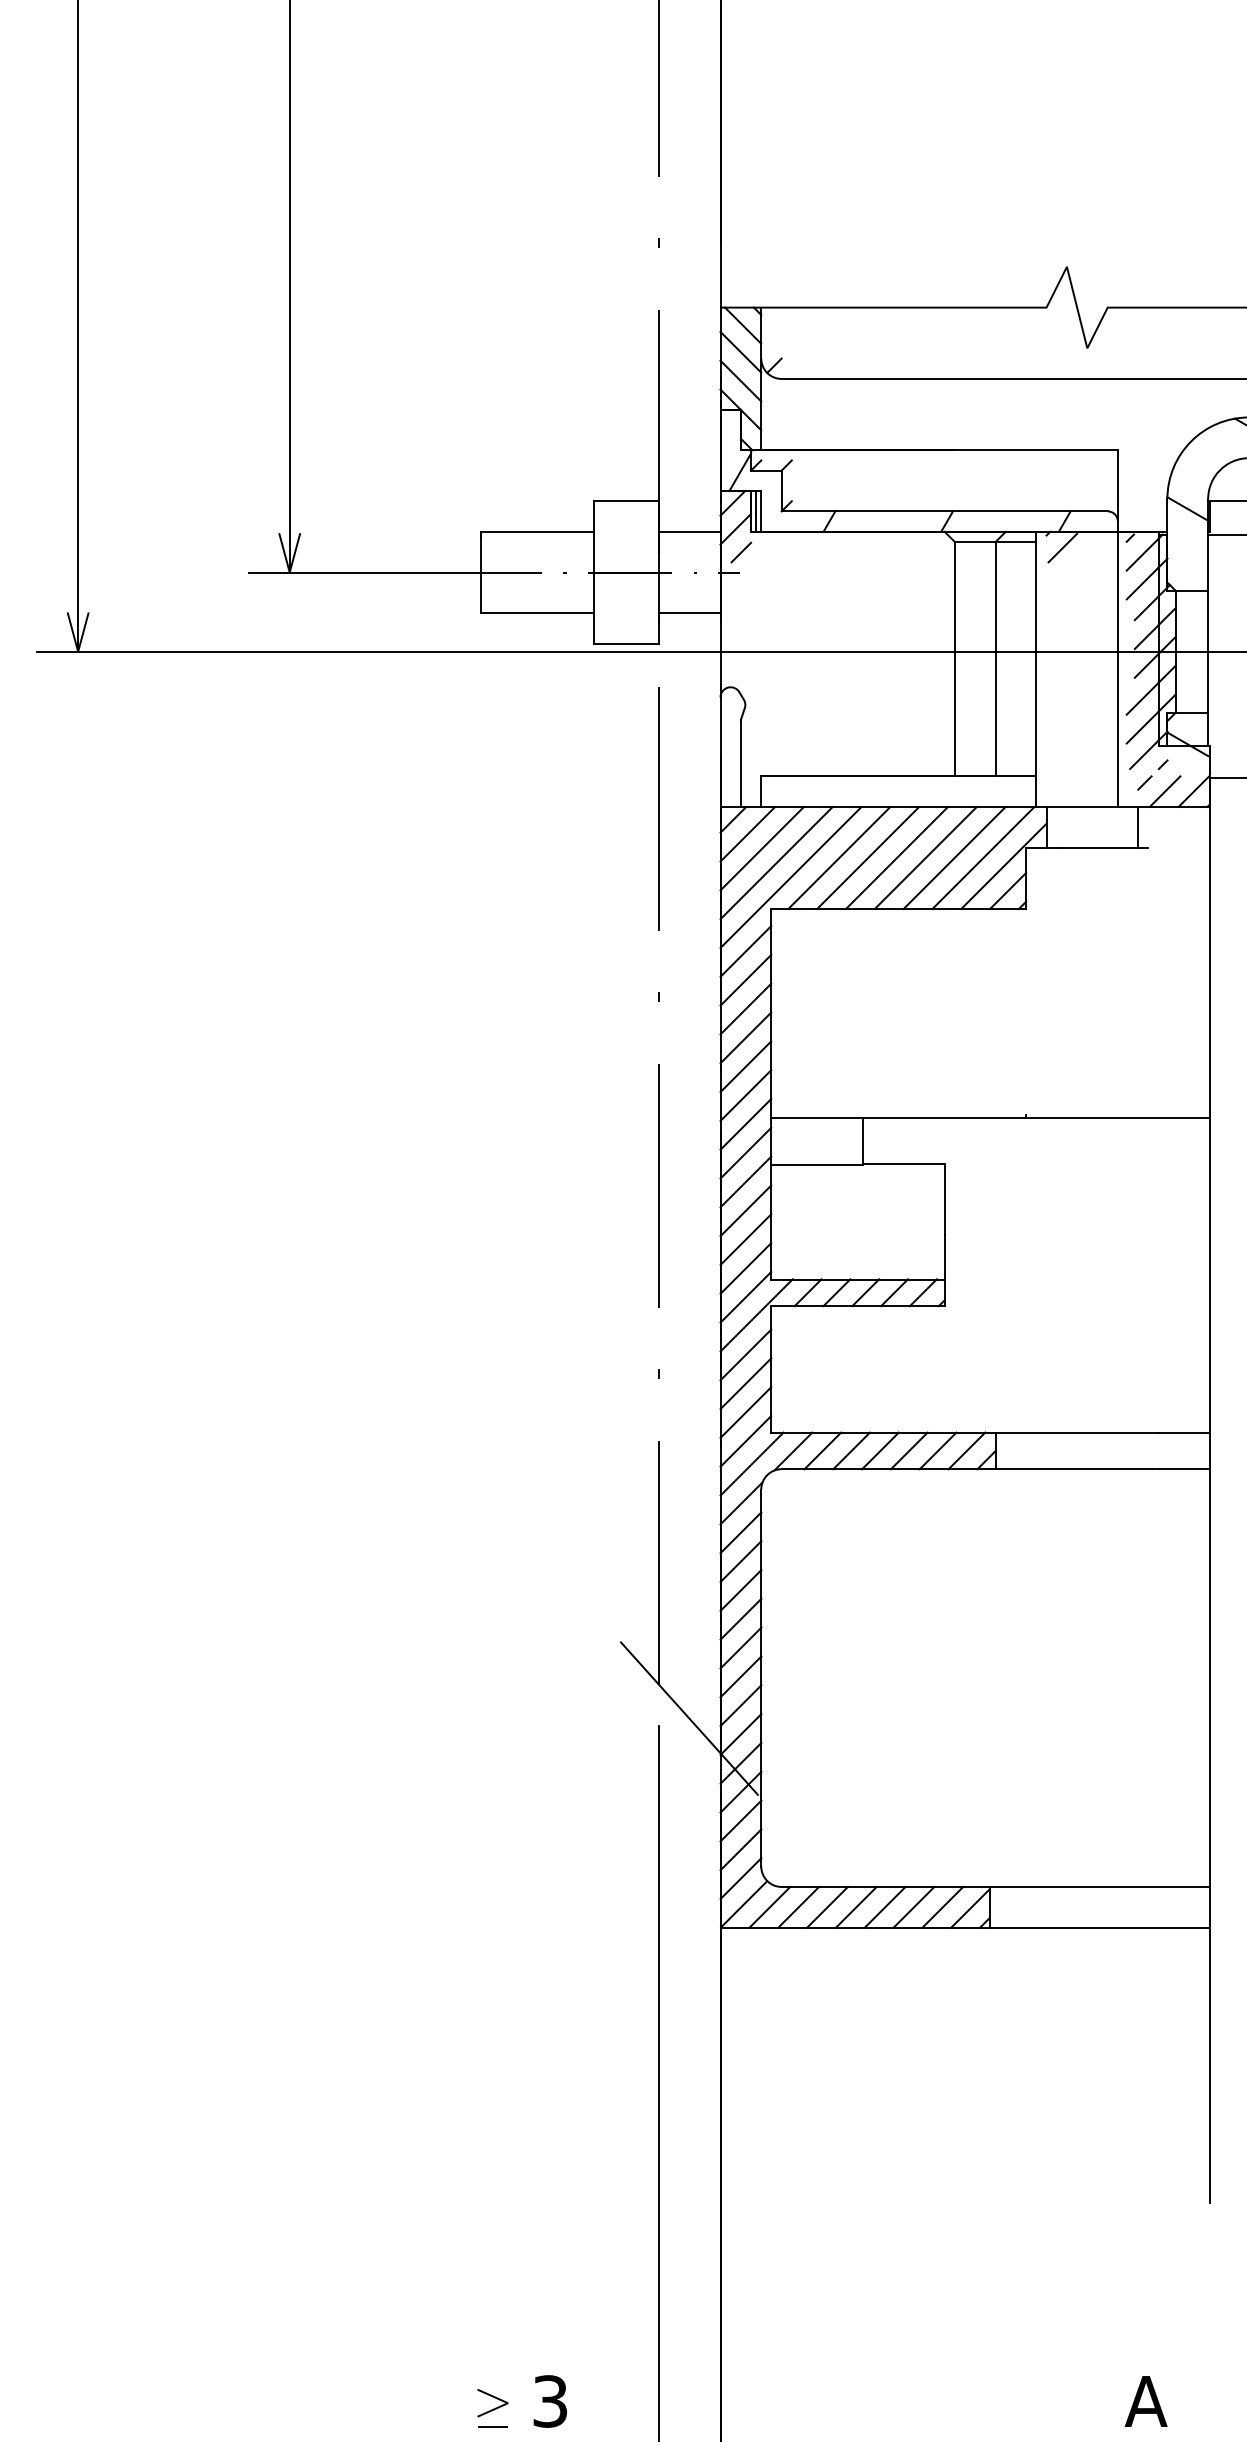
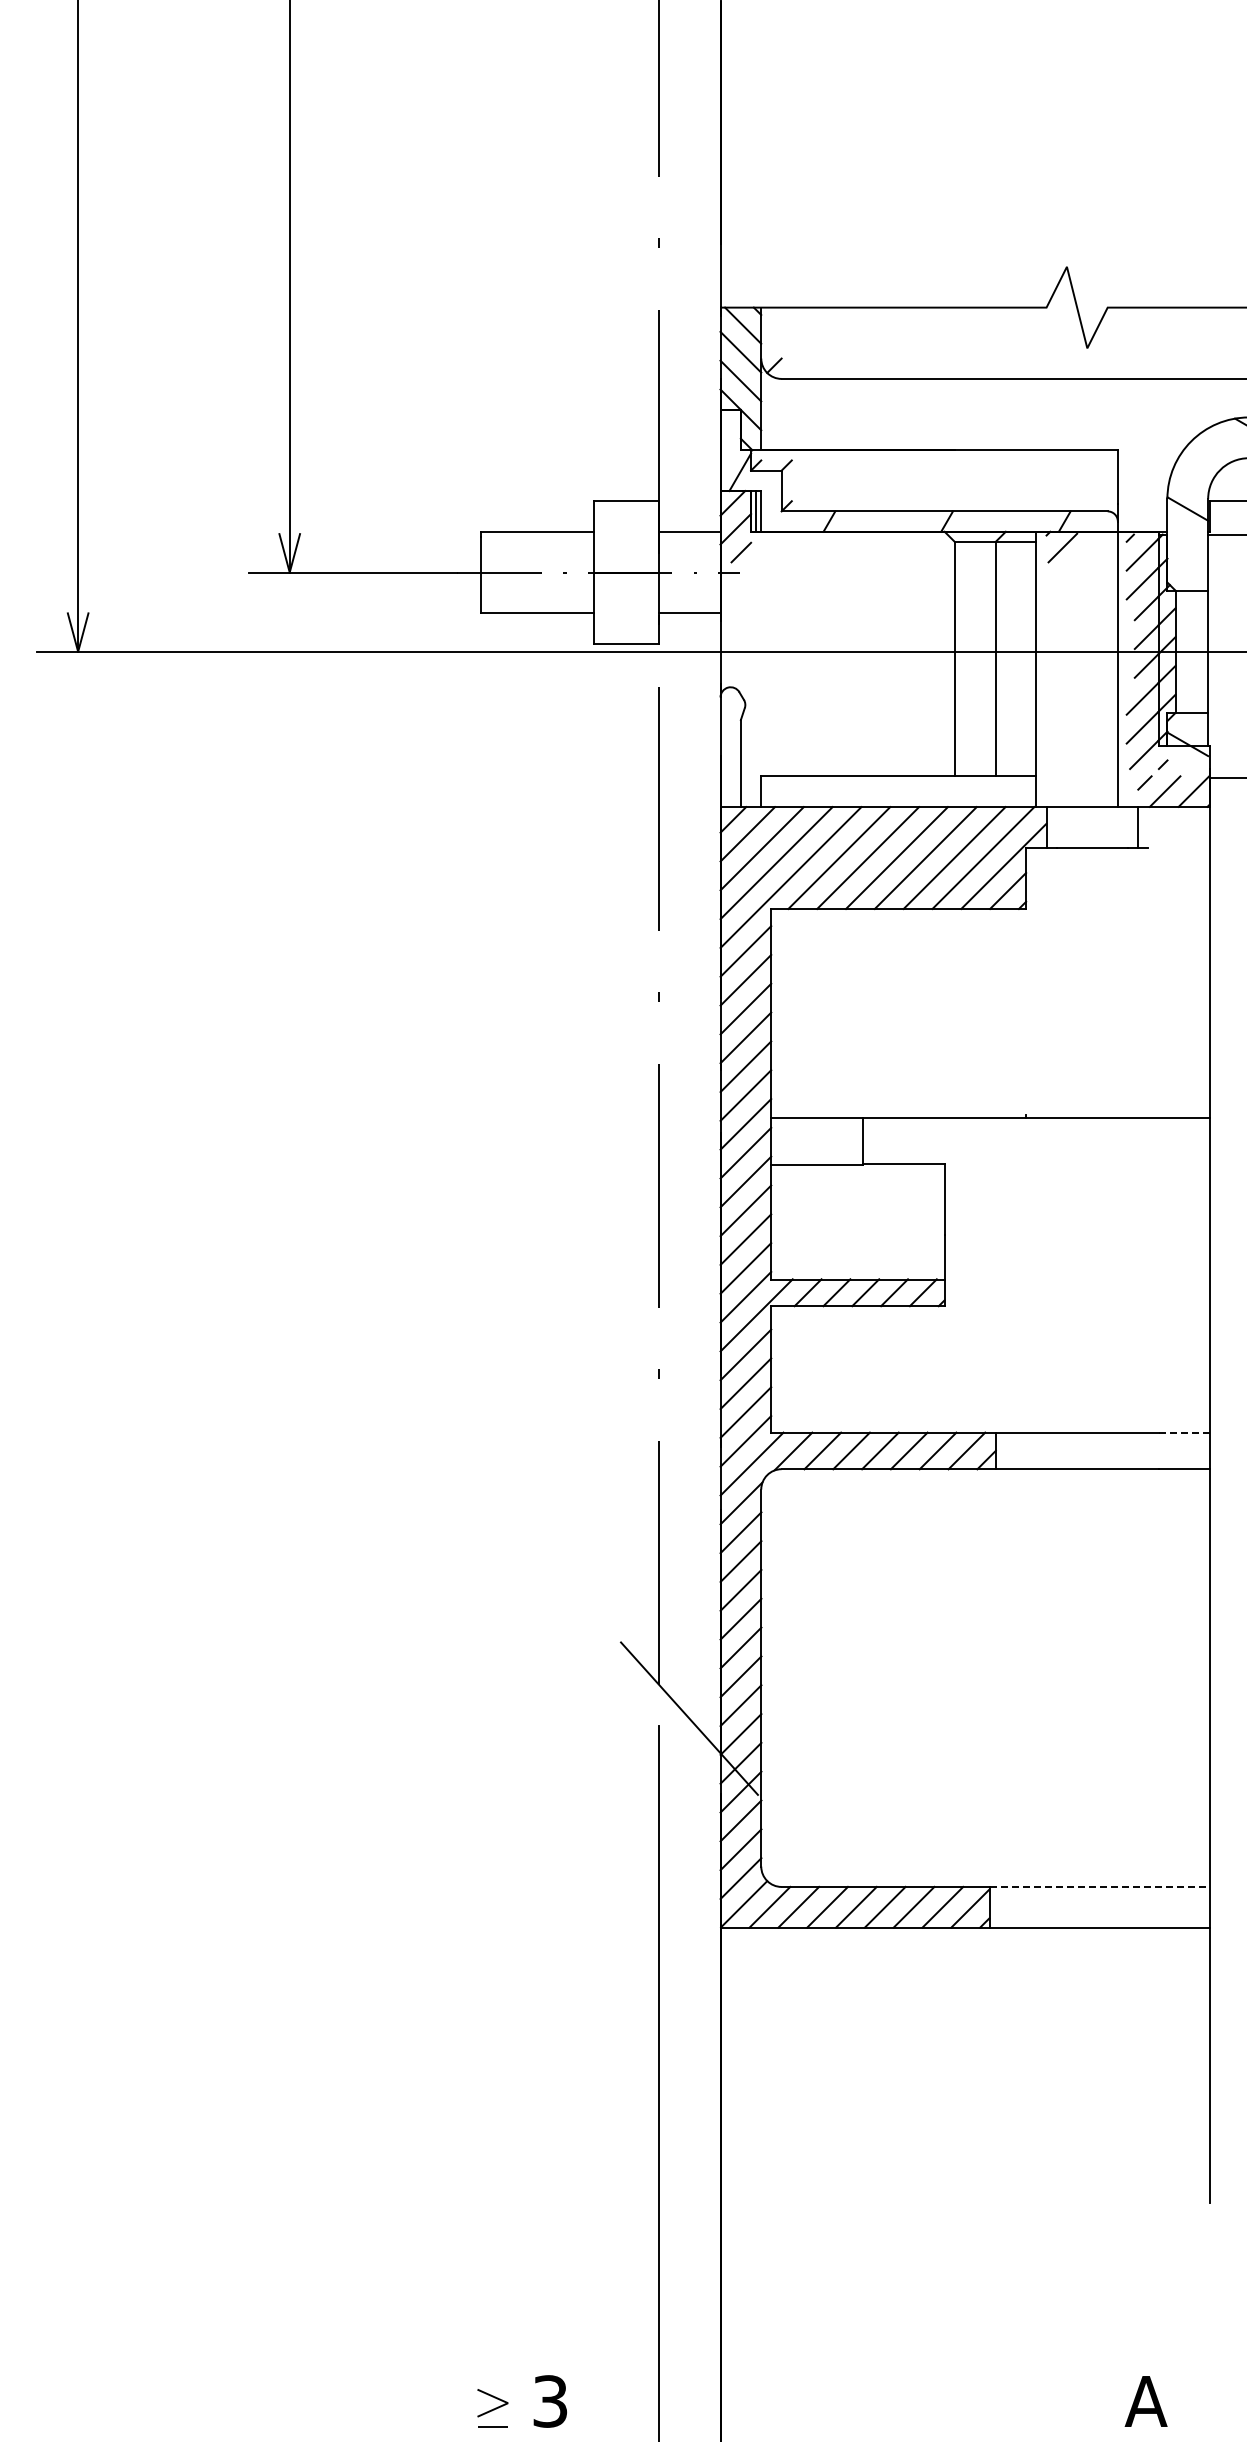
line at (1184, 1432): solid -> dashed
line at (1100, 1886): solid -> dashed
